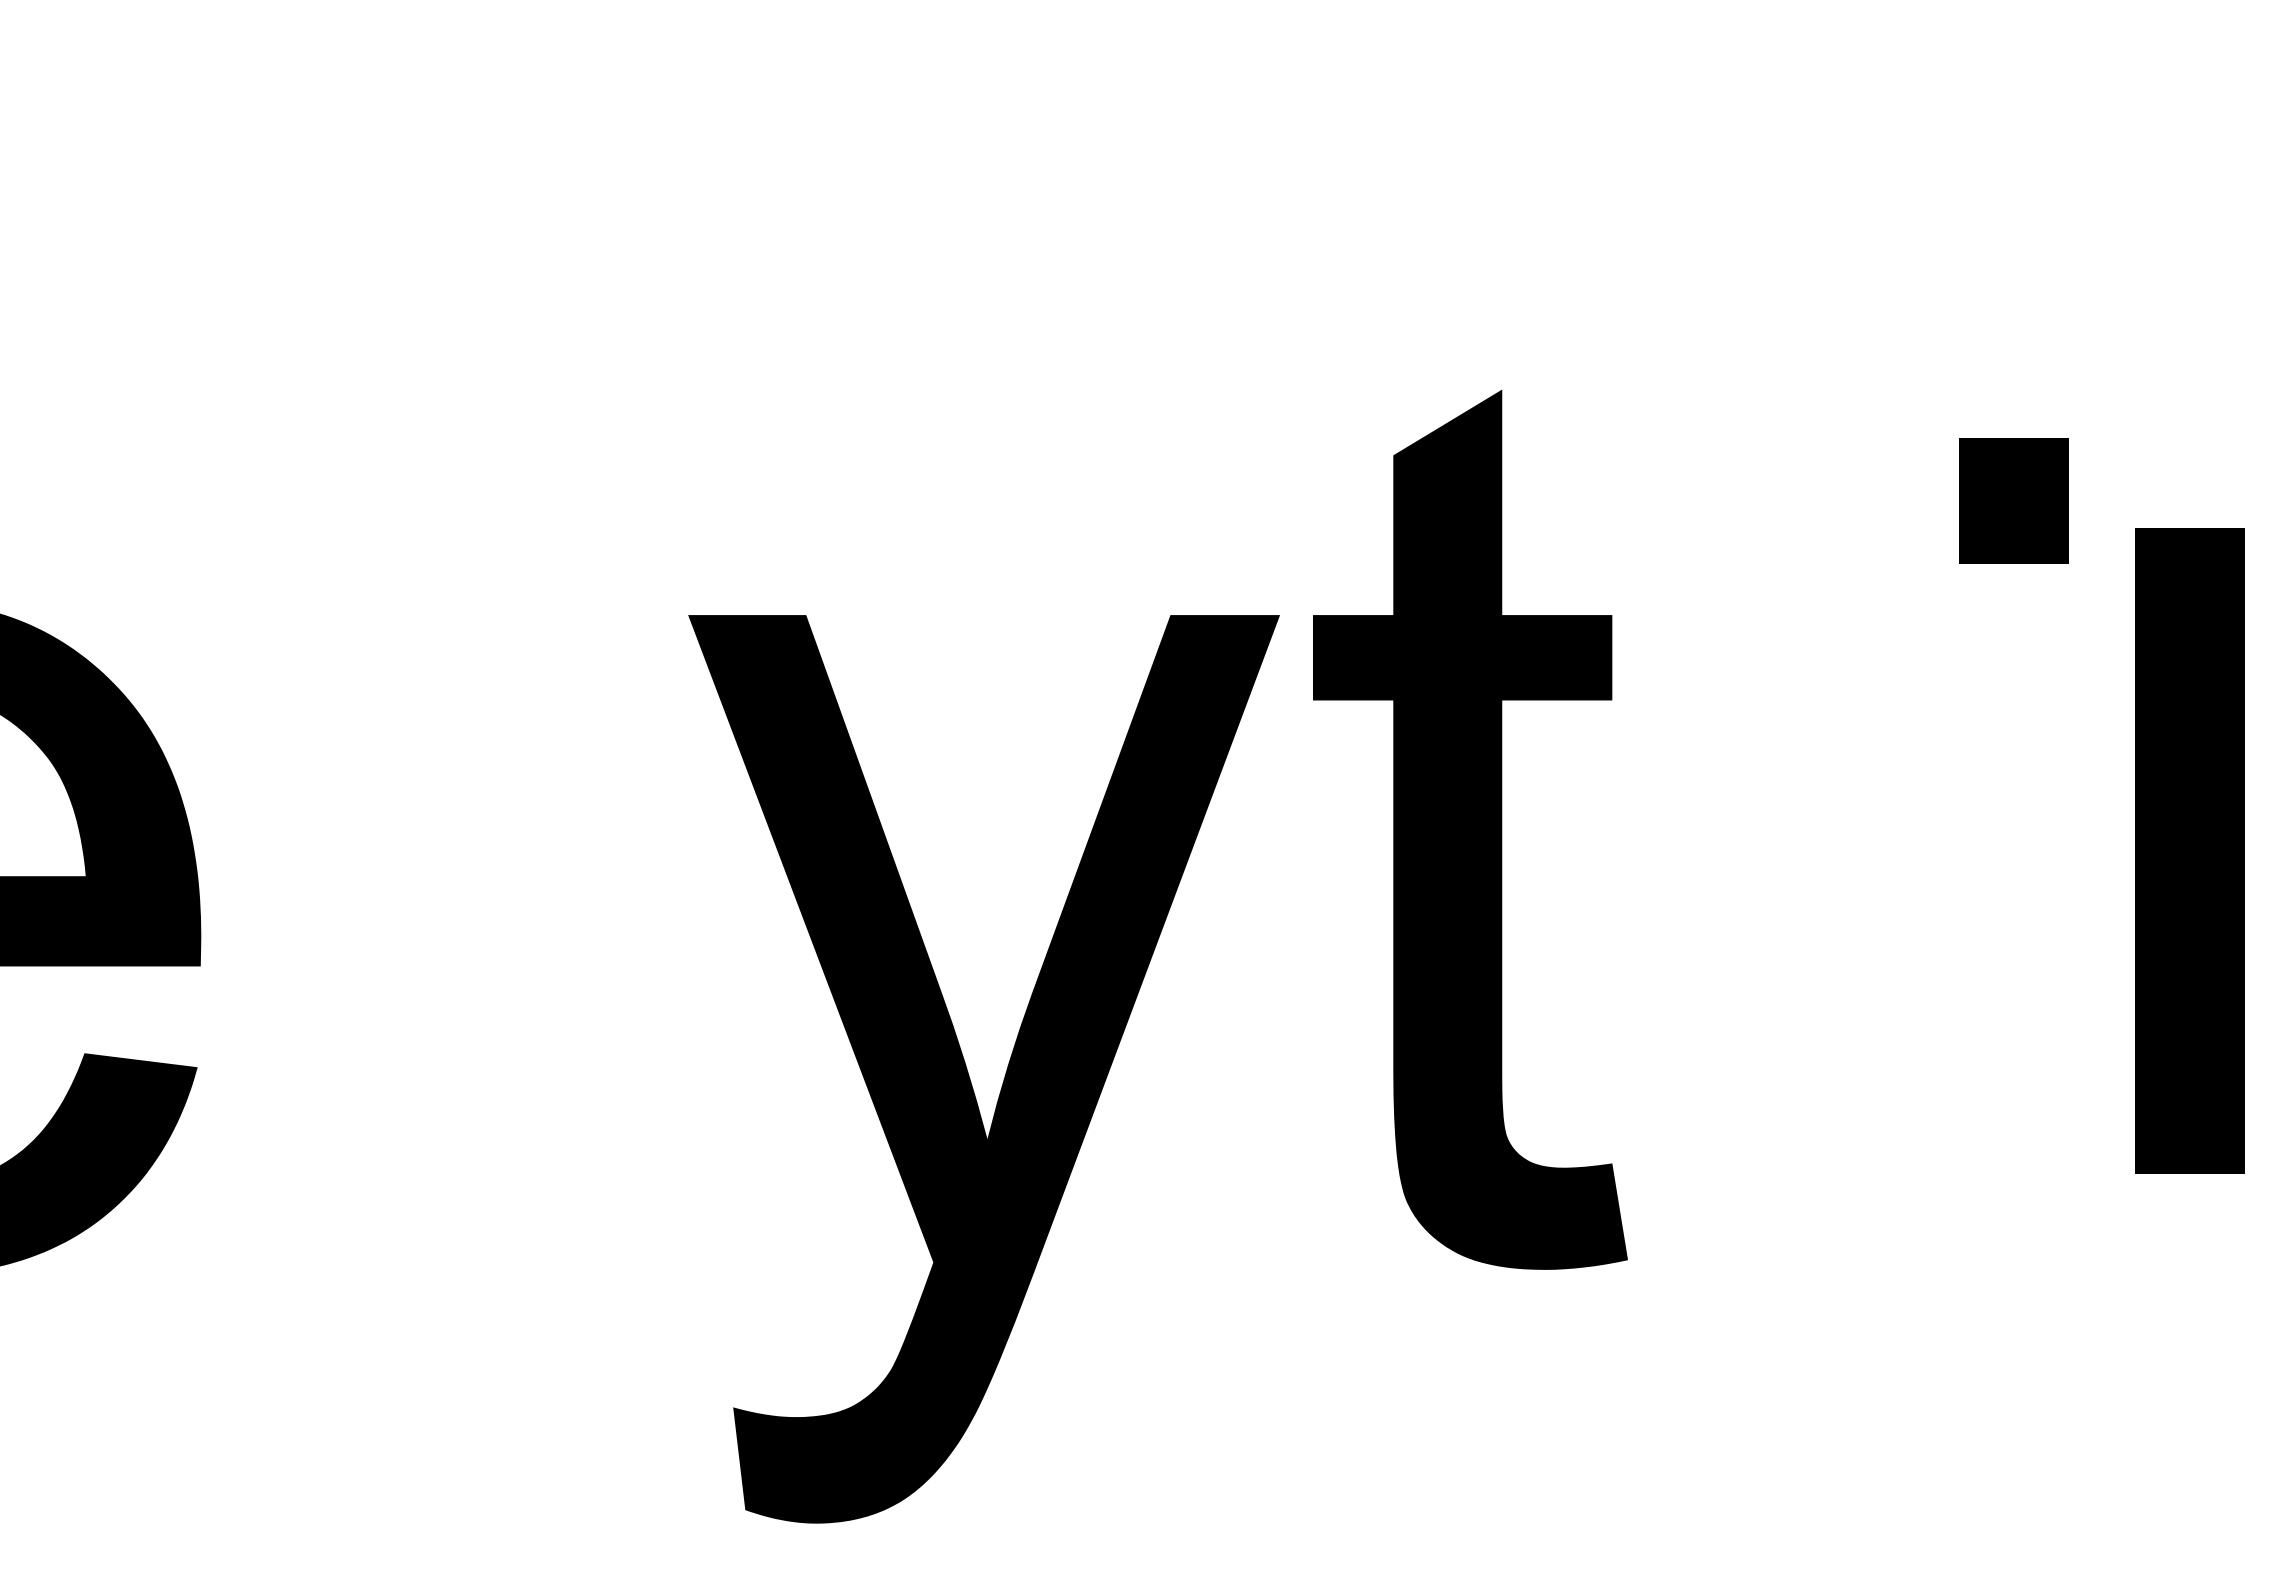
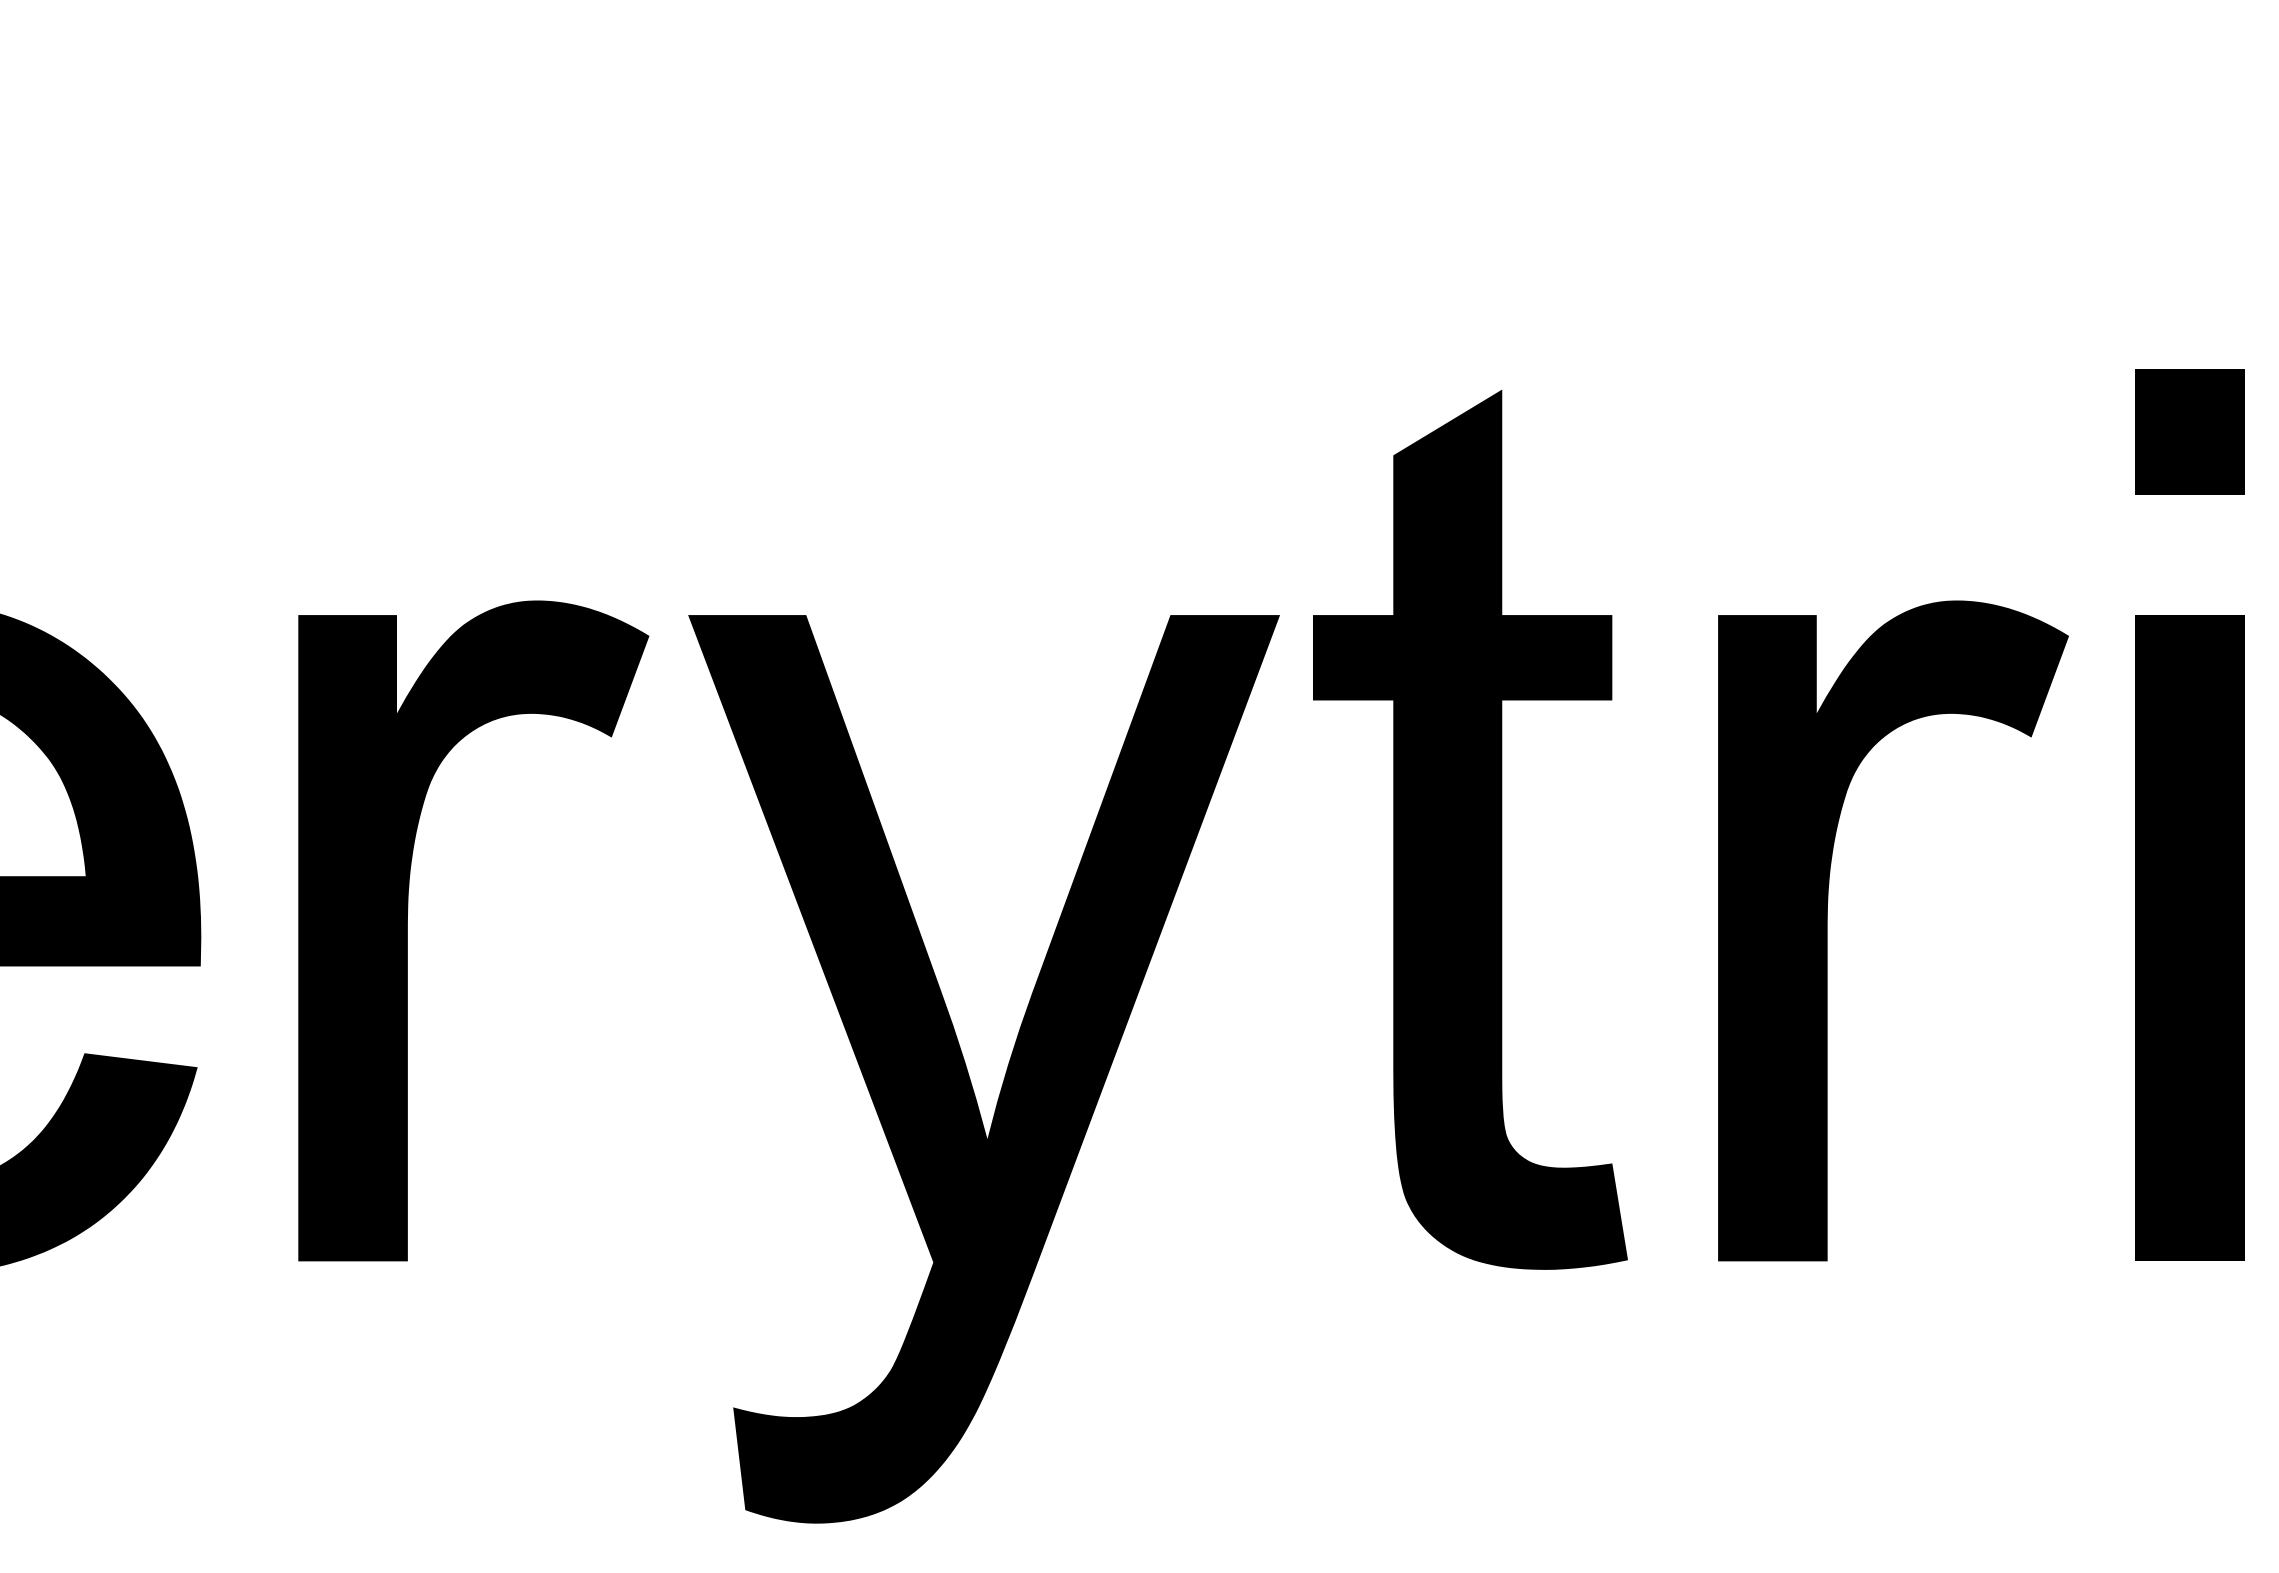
part at (2013, 500) position: (2013, 500) -> (2189, 431)
part at (2189, 850) position: (2189, 850) -> (2189, 937)
fill at (473, 930): none -> present
fill at (1893, 930): none -> present
